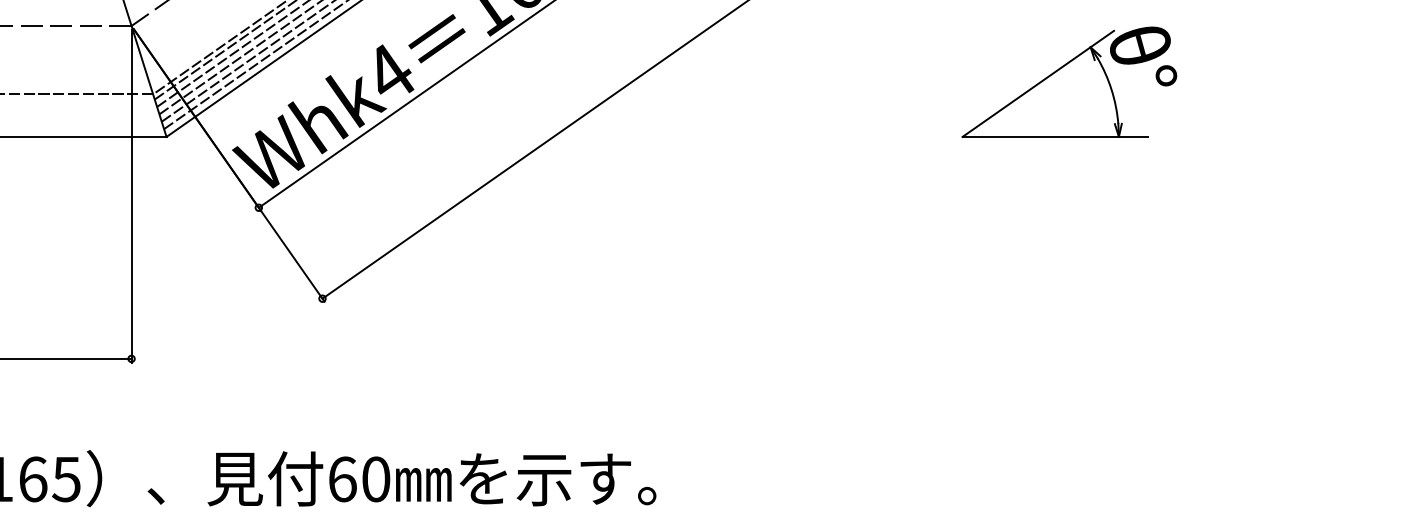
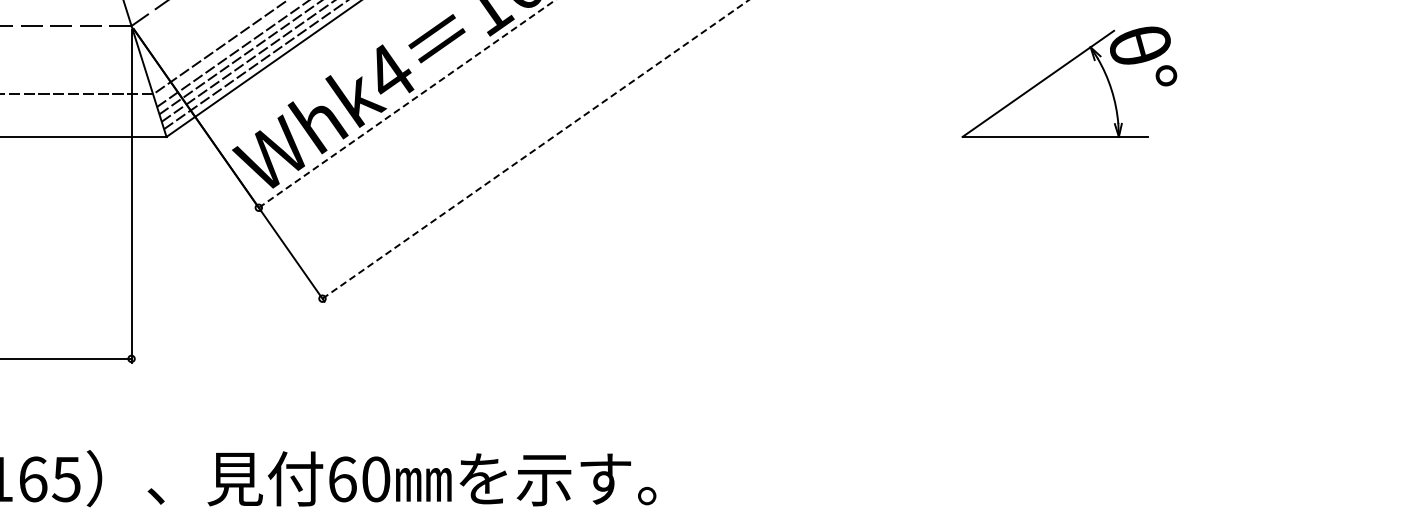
line at (224, 50): present -> none
line at (407, 103): solid -> dashed
line at (535, 149): solid -> dashed
